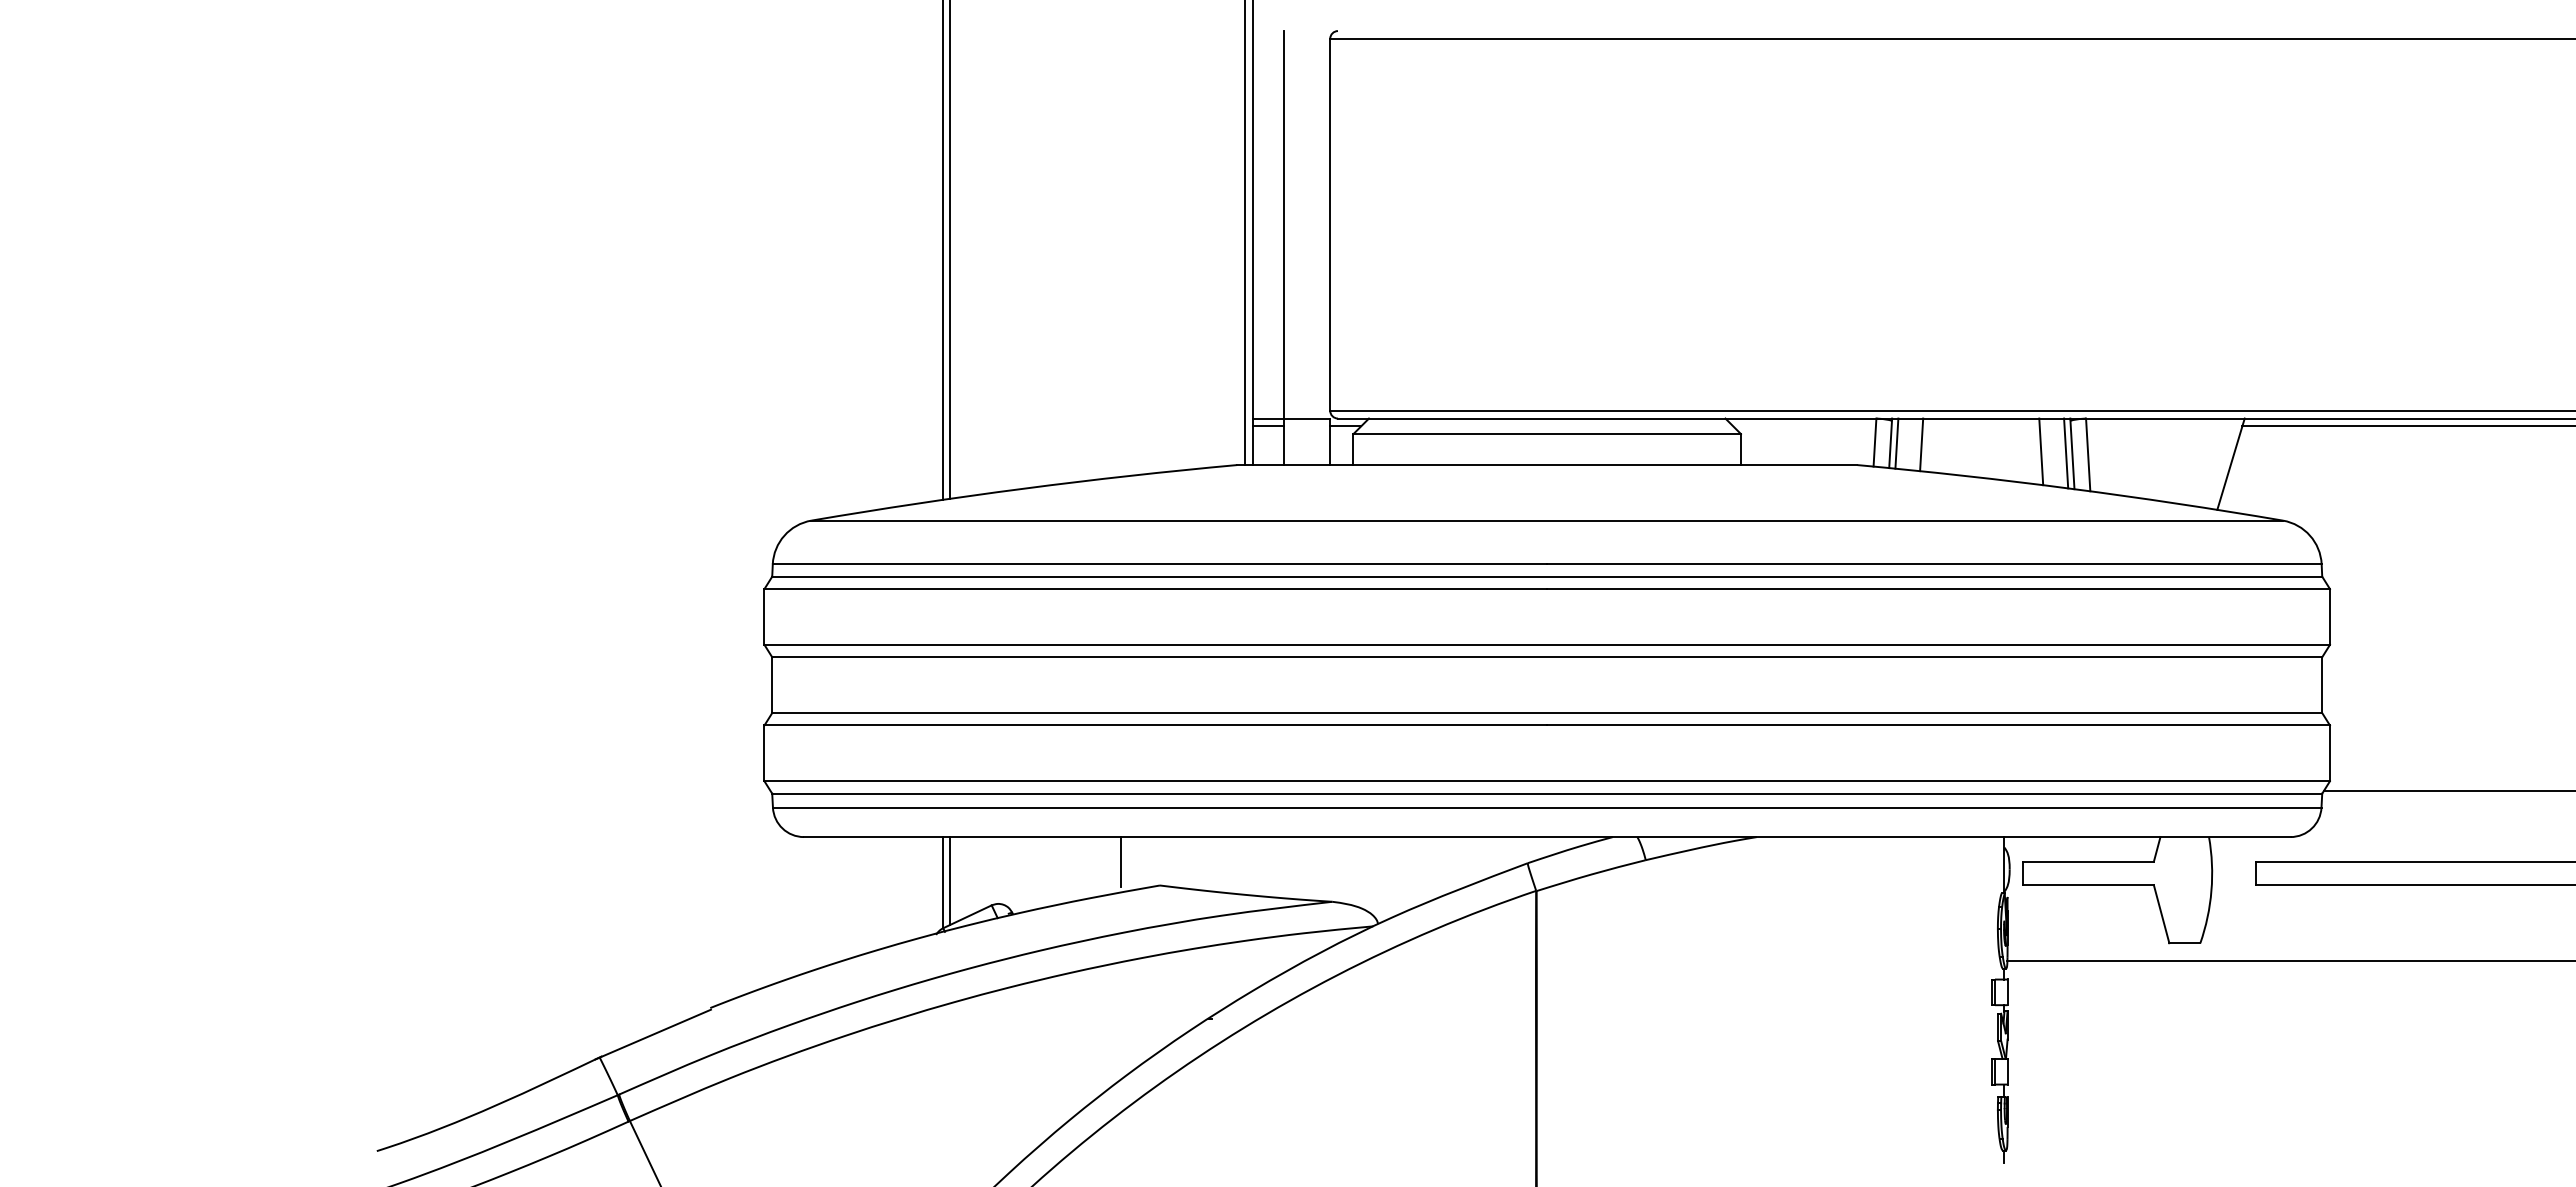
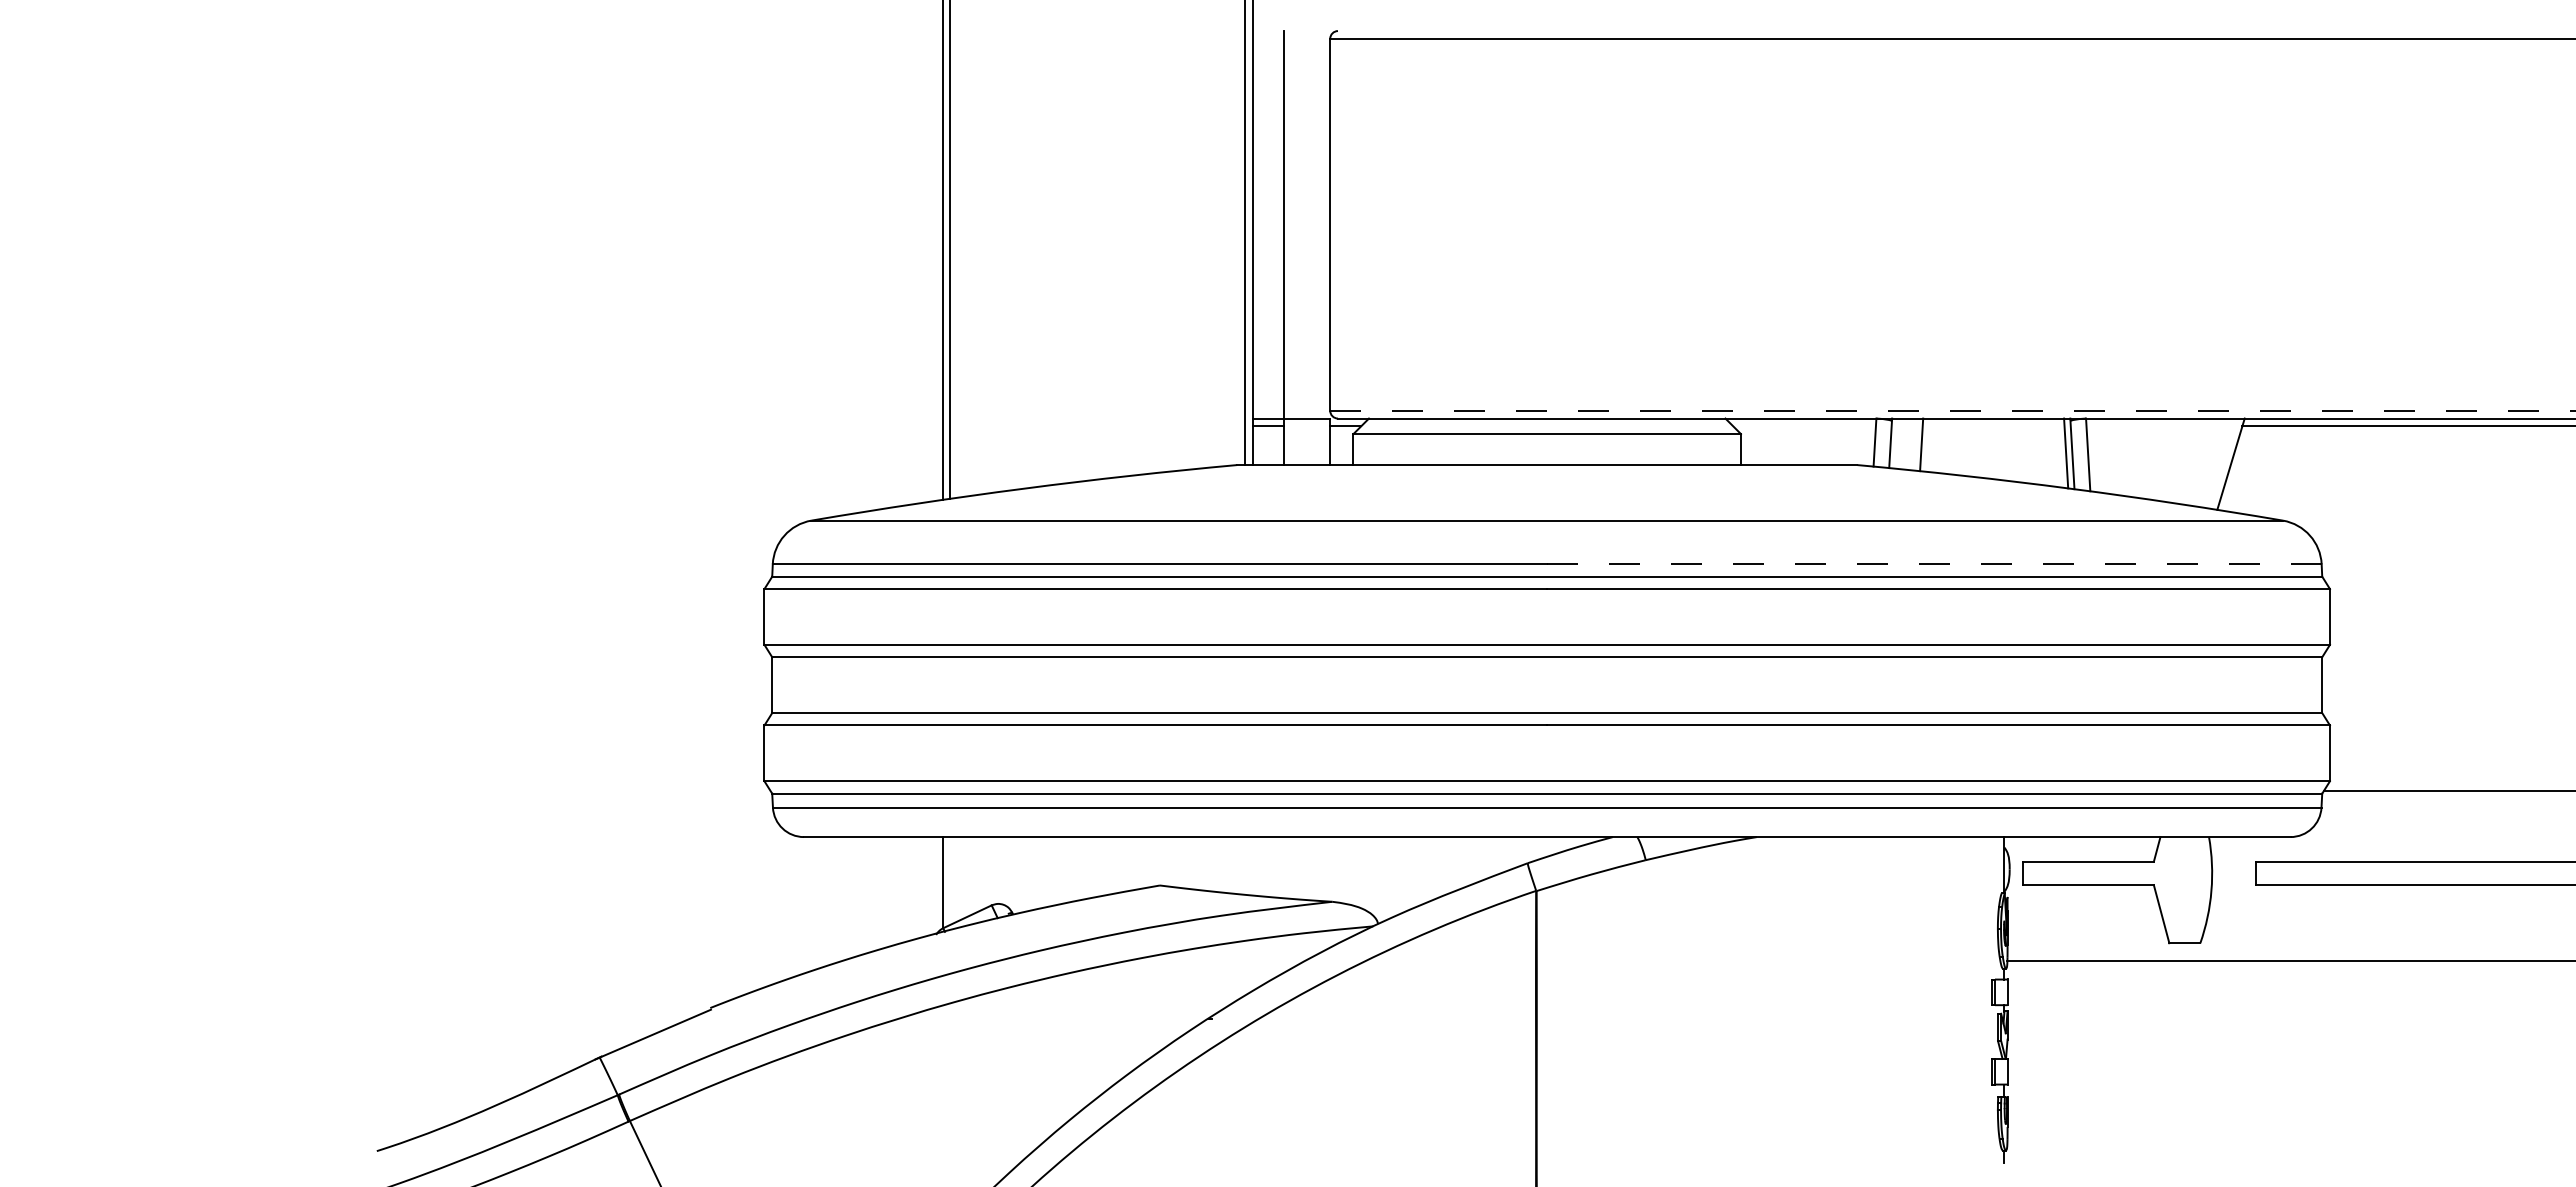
line at (1953, 410): solid -> dashed
line at (1896, 443): present -> none
line at (2041, 451): present -> none
line at (1933, 564): solid -> dashed
line at (1120, 861): present -> none
line at (950, 880): present -> none
